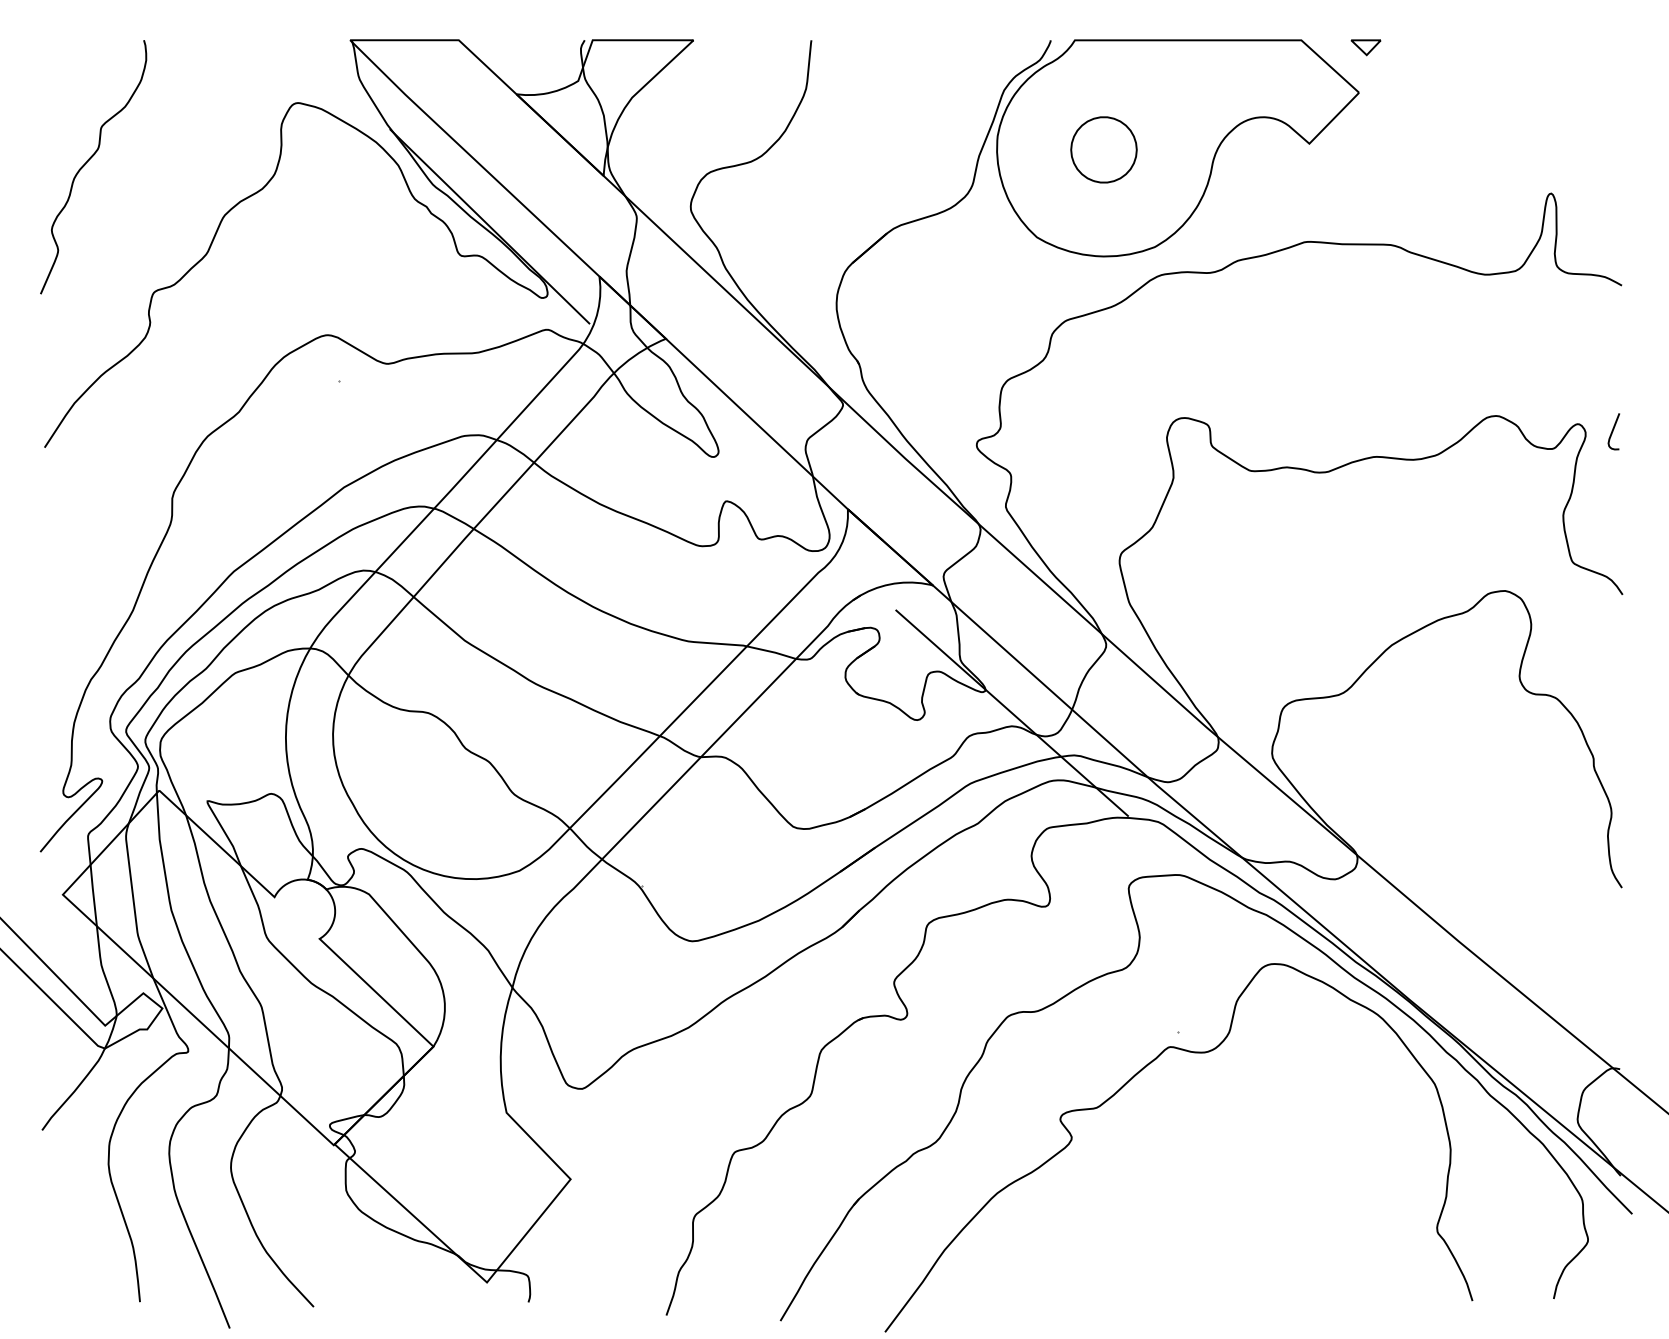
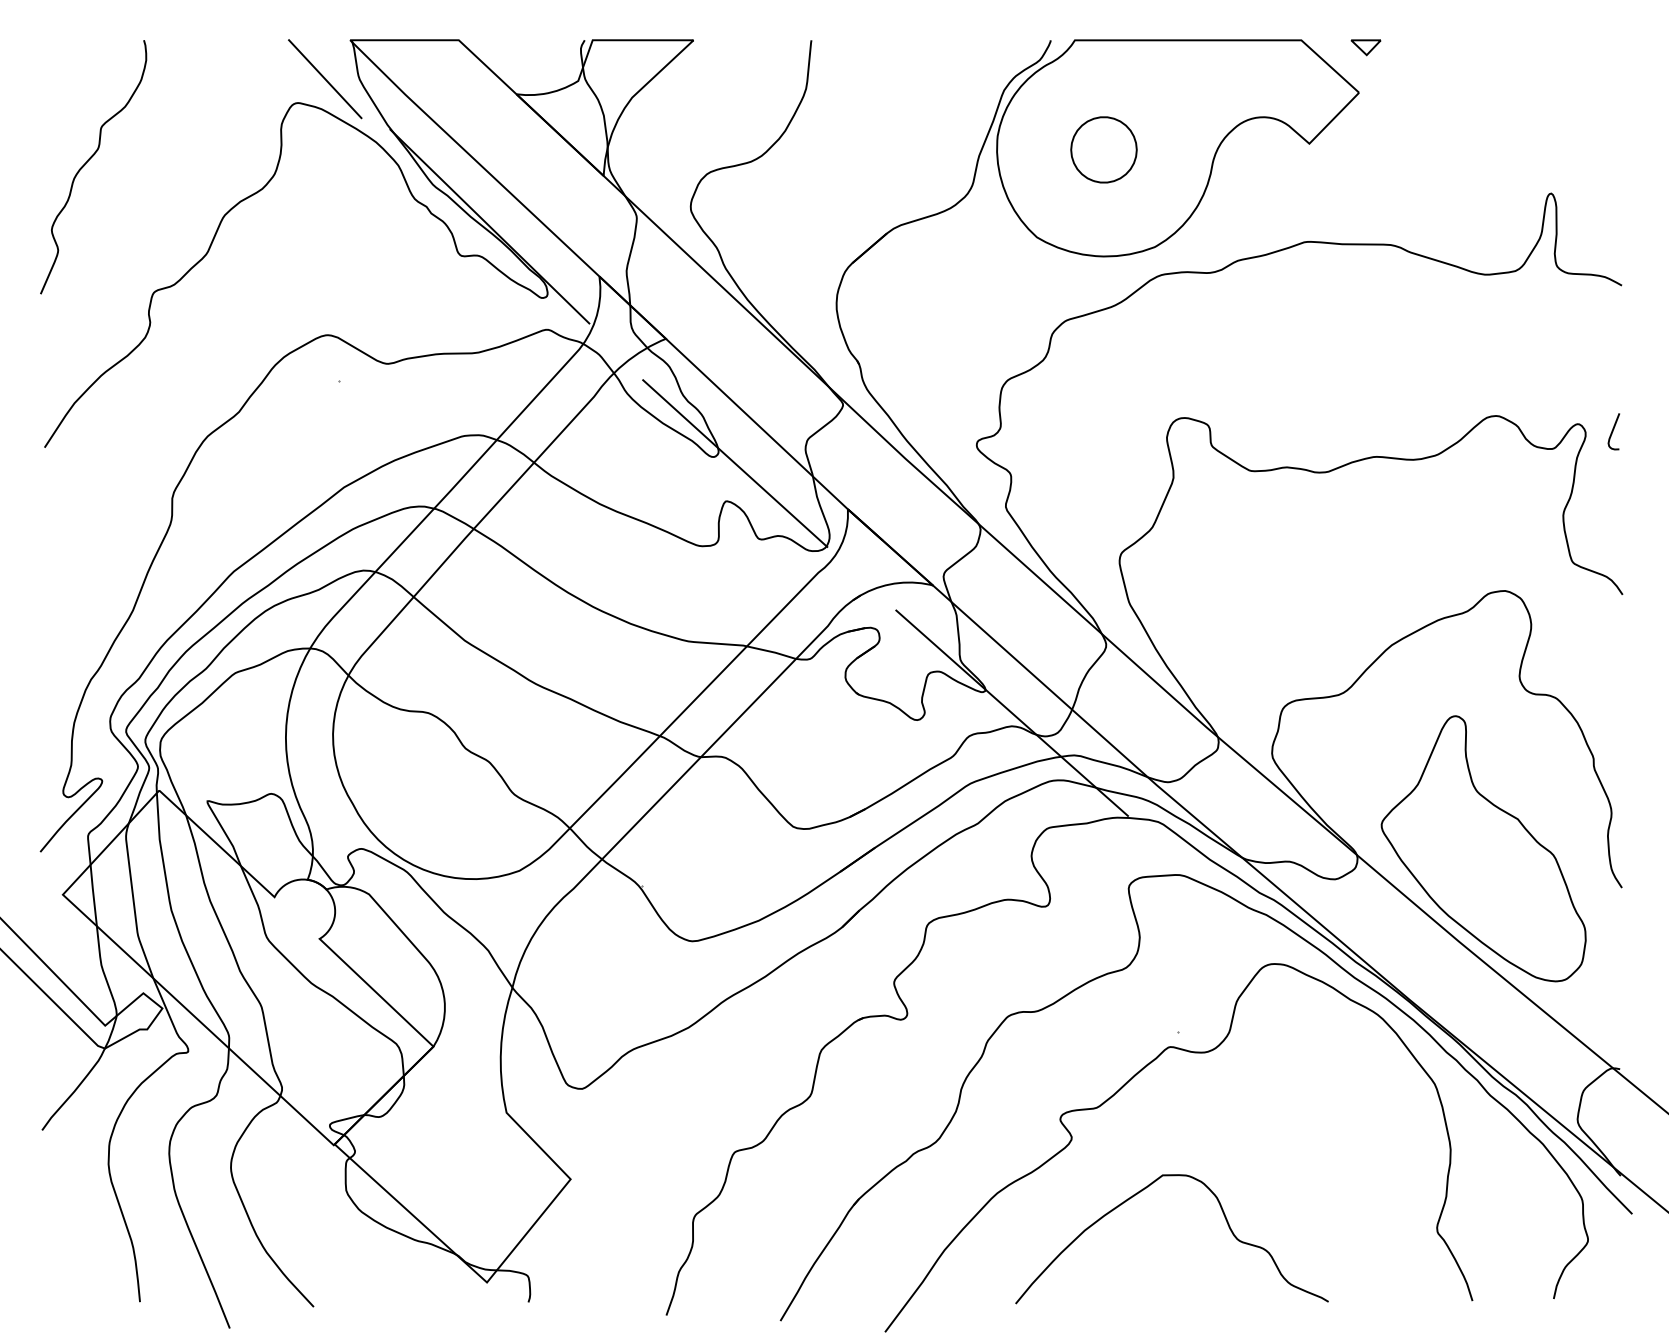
line at (325, 79): none -> present
line at (735, 463): none -> present
part at (1483, 848): none -> present
curve at (1139, 1193): none -> present
